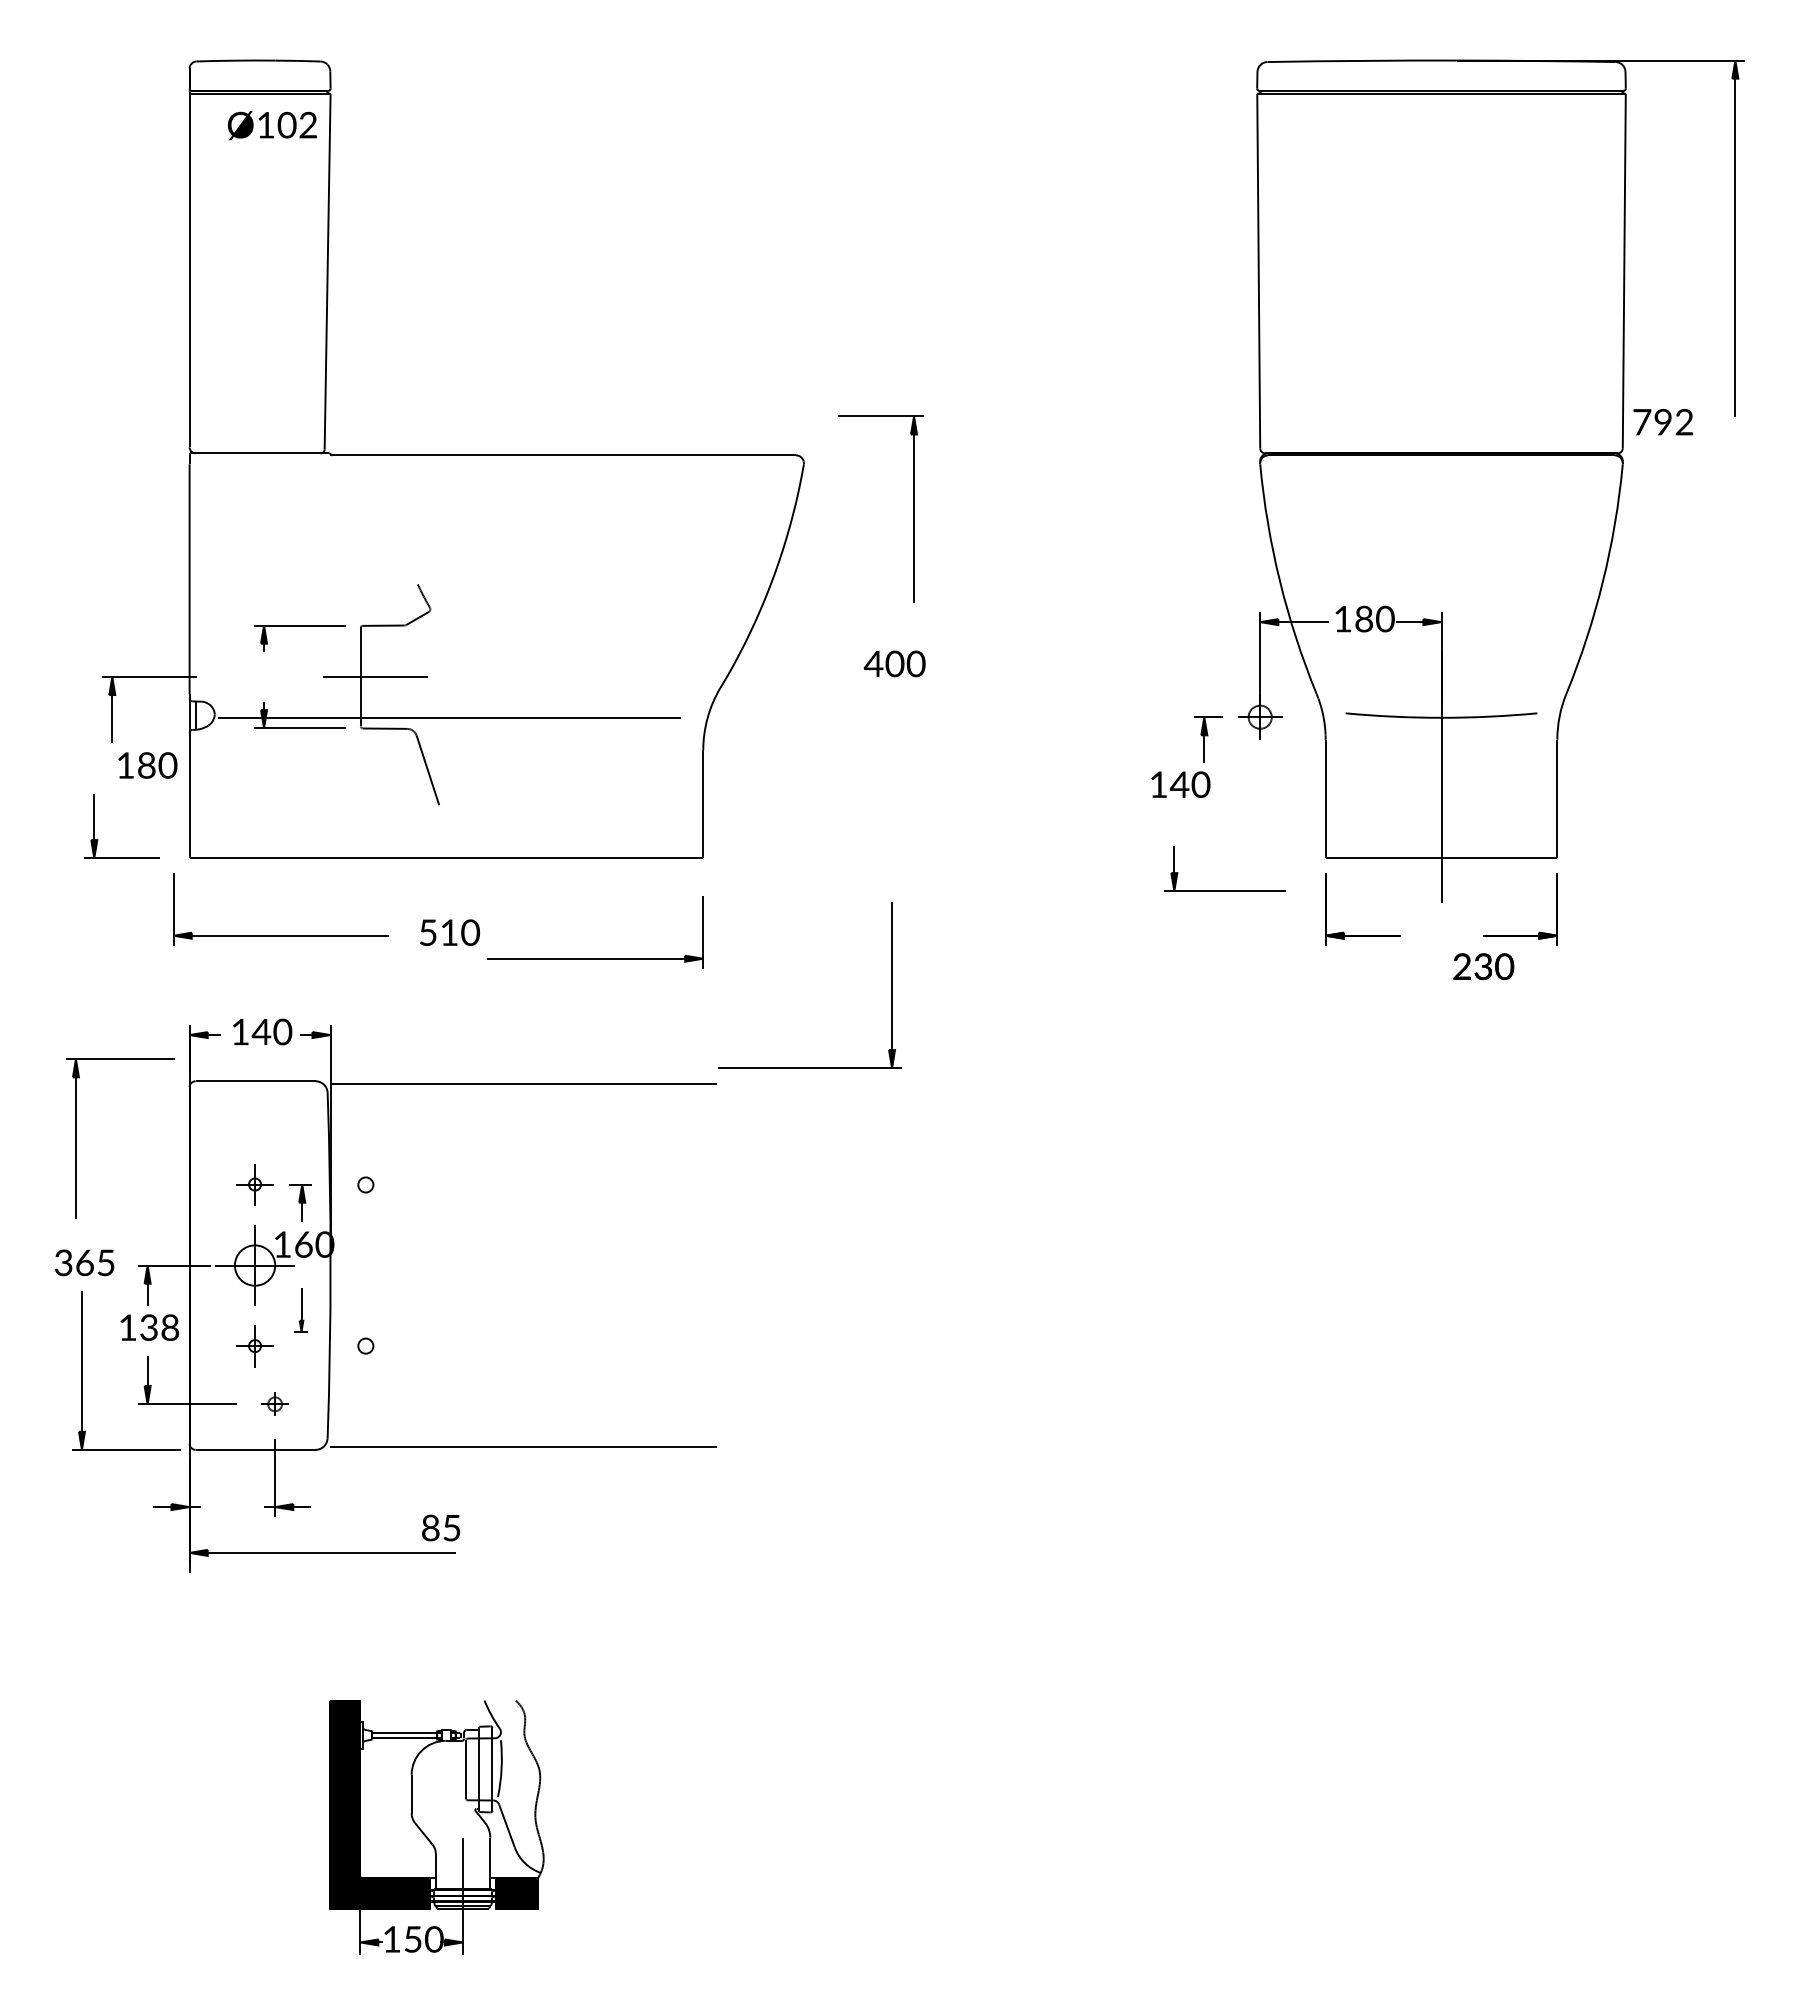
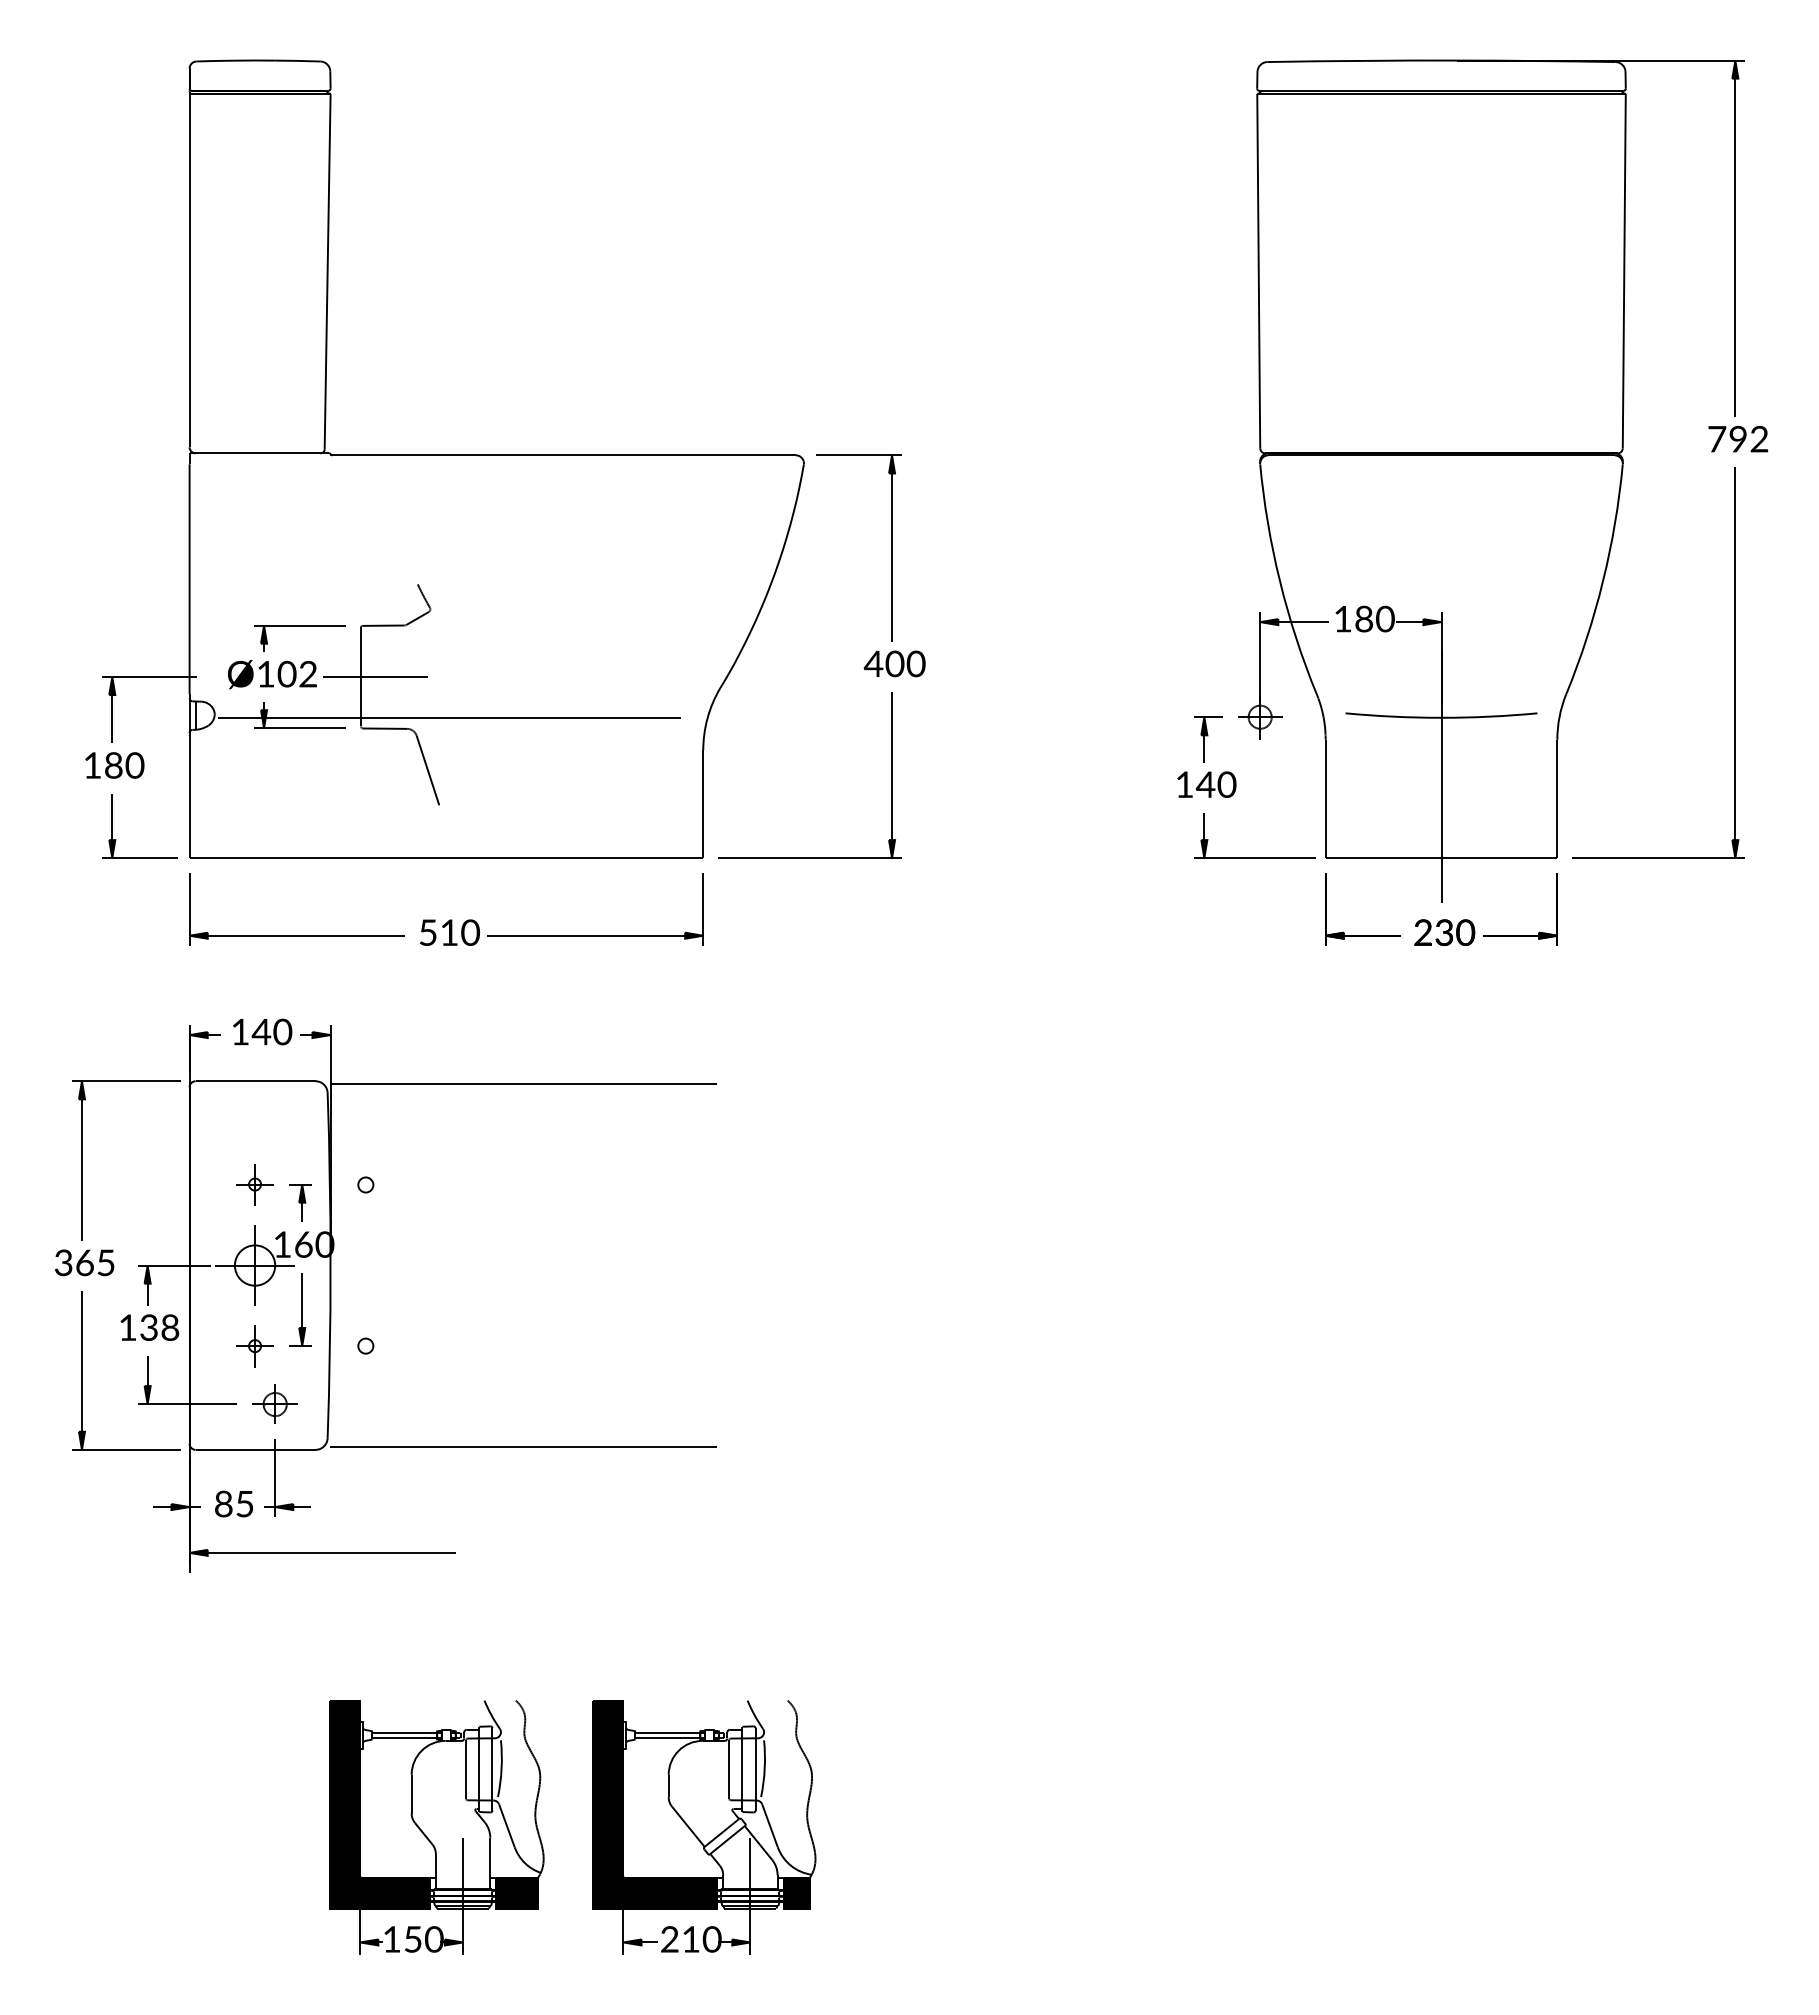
text at (272, 125) position: (272, 125) -> (272, 674)
text at (1663, 422) position: (1663, 422) -> (1738, 439)
part at (913, 508) position: (913, 508) -> (891, 547)
part at (1734, 662): none -> present
text at (147, 765) position: (147, 765) -> (114, 765)
text at (1180, 784) position: (1180, 784) -> (1206, 784)
part at (98, 839) position: (98, 839) -> (116, 839)
part at (1224, 890) position: (1224, 890) -> (1254, 857)
part at (280, 935) position: (280, 935) -> (296, 935)
part at (595, 958) position: (595, 958) -> (595, 935)
text at (1483, 966) position: (1483, 966) -> (1444, 932)
part at (891, 985) position: (891, 985) -> (891, 775)
part at (76, 1138) position: (76, 1138) -> (82, 1160)
part at (300, 1310) size: 14x45 px -> 23x74 px
part at (274, 1403) size: 28x24 px -> 46x40 px
text at (441, 1527) position: (441, 1527) -> (234, 1503)
part at (704, 1827): none -> present
